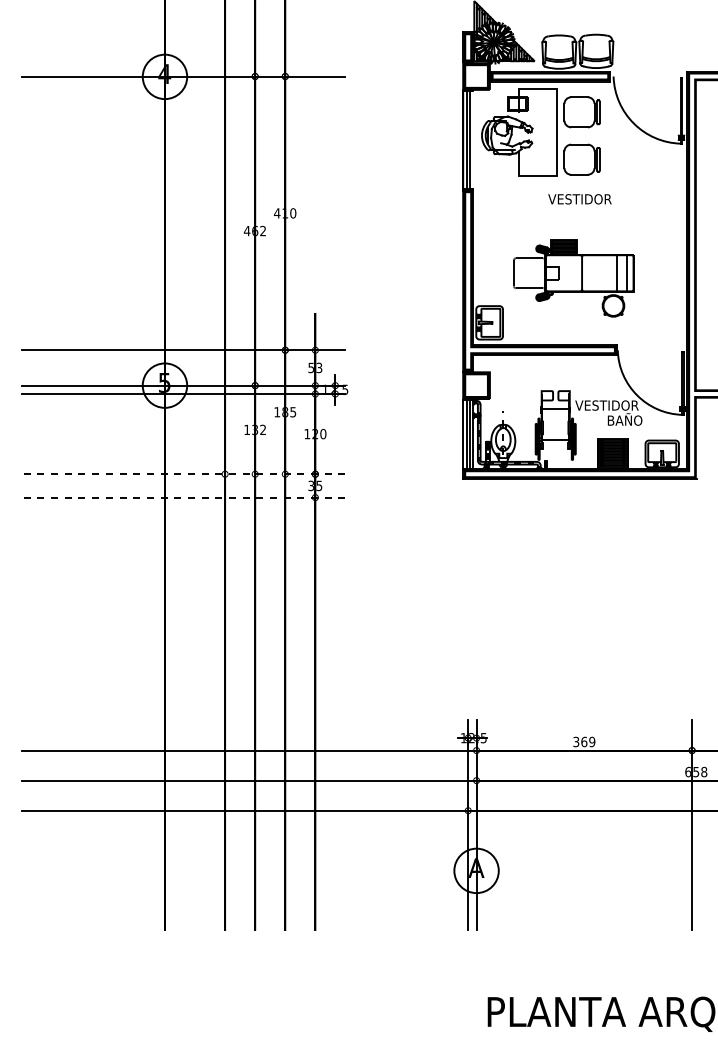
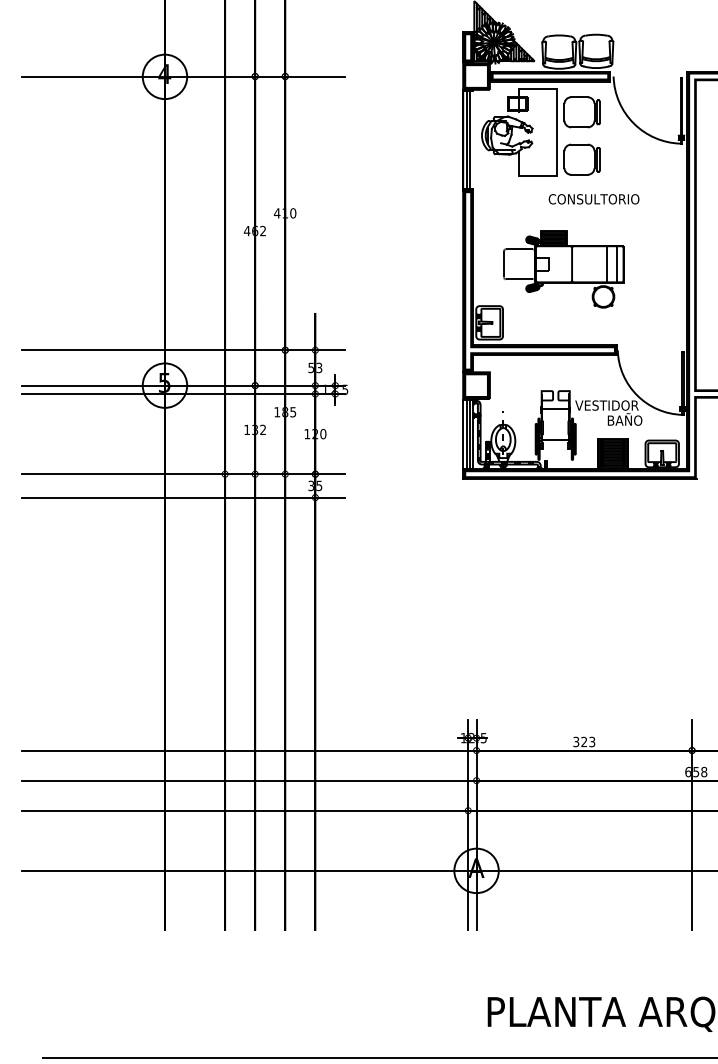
text at (593, 199): VESTIDOR -> CONSULTORIO
part at (573, 278) position: (573, 278) -> (563, 269)
line at (183, 474): dashed -> solid
line at (183, 497): dashed -> solid
text at (588, 741): 369 -> 323
line at (367, 870): none -> present
line at (378, 1057): none -> present
